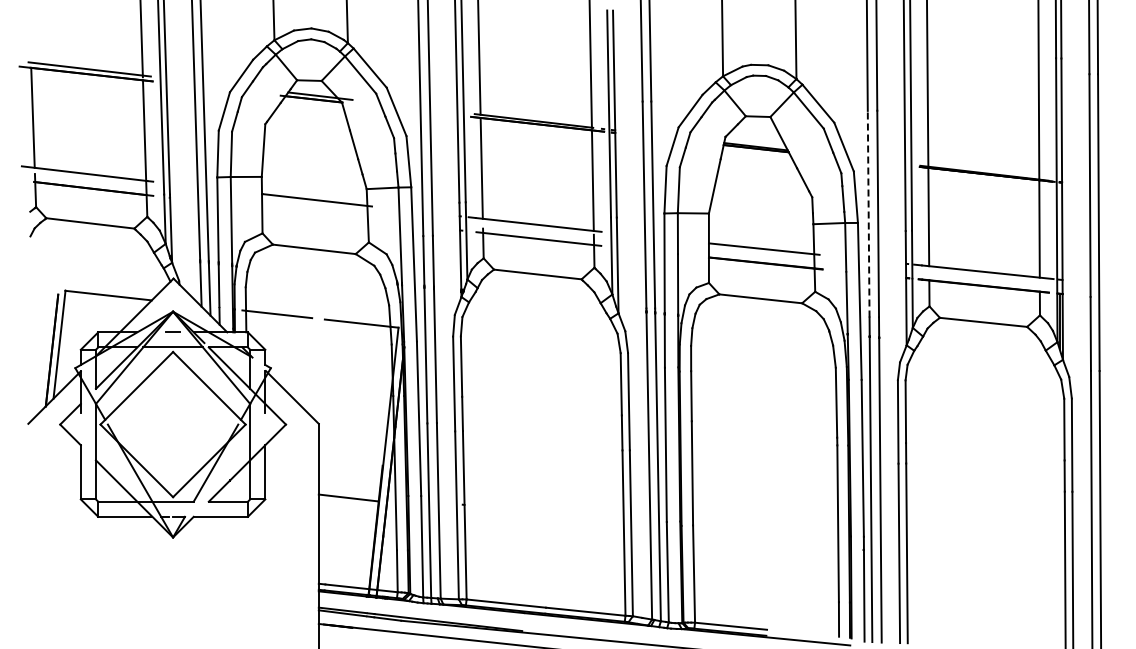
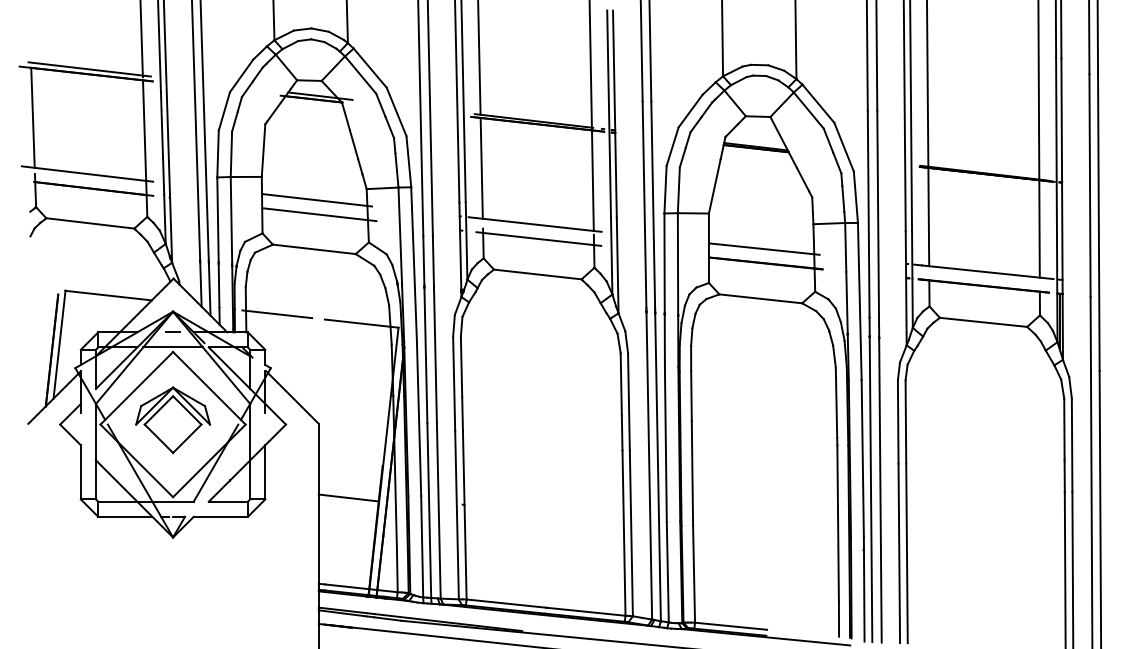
line at (868, 213): dashed -> solid
line at (319, 214): none -> present
part at (173, 420): none -> present
